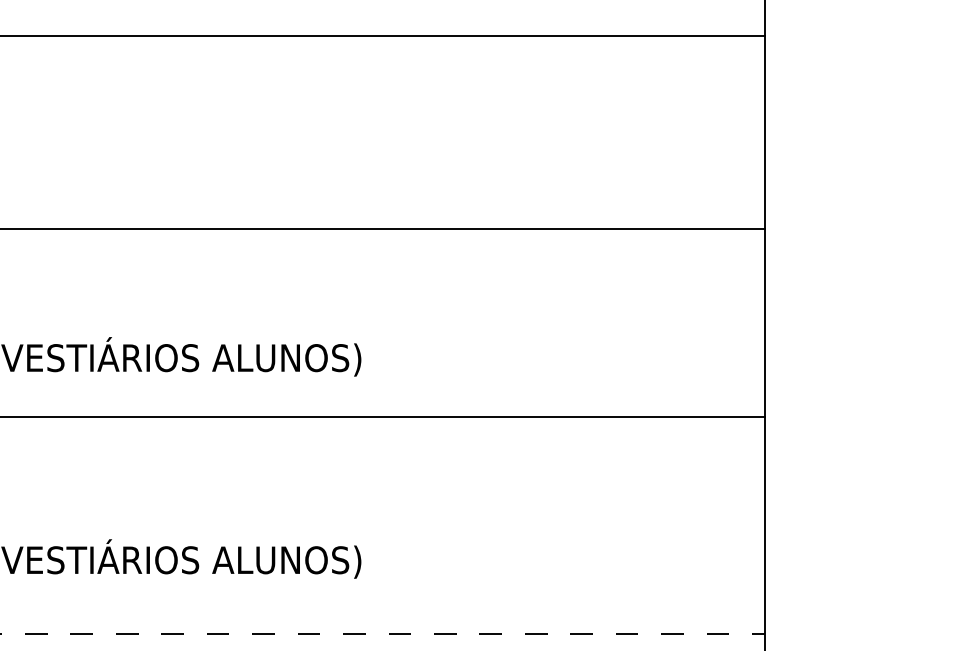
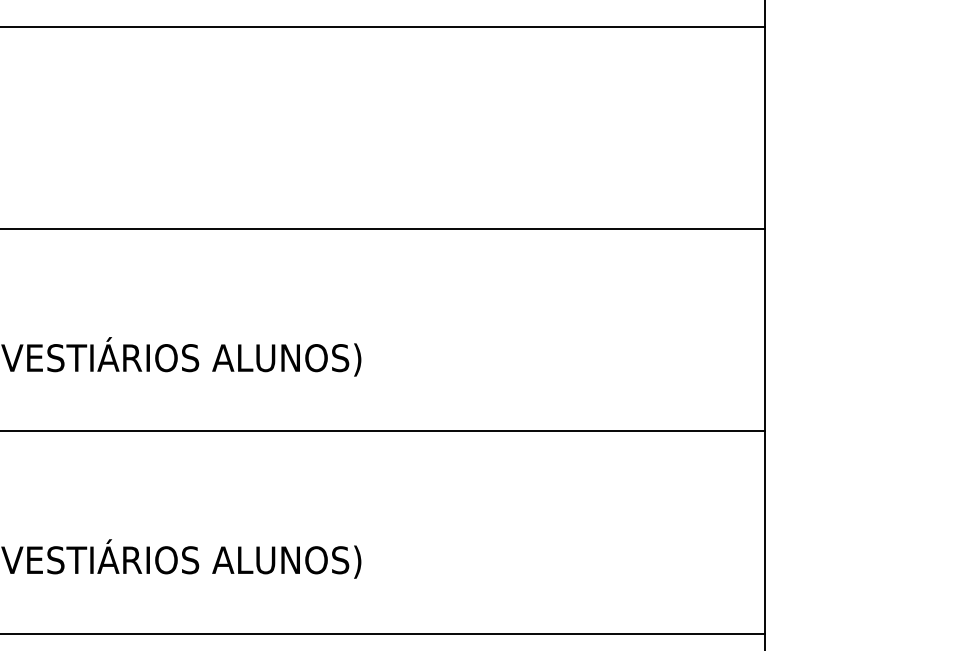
line at (383, 35) position: (383, 35) -> (383, 26)
line at (383, 417) position: (383, 417) -> (383, 431)
line at (382, 633): dashed -> solid
